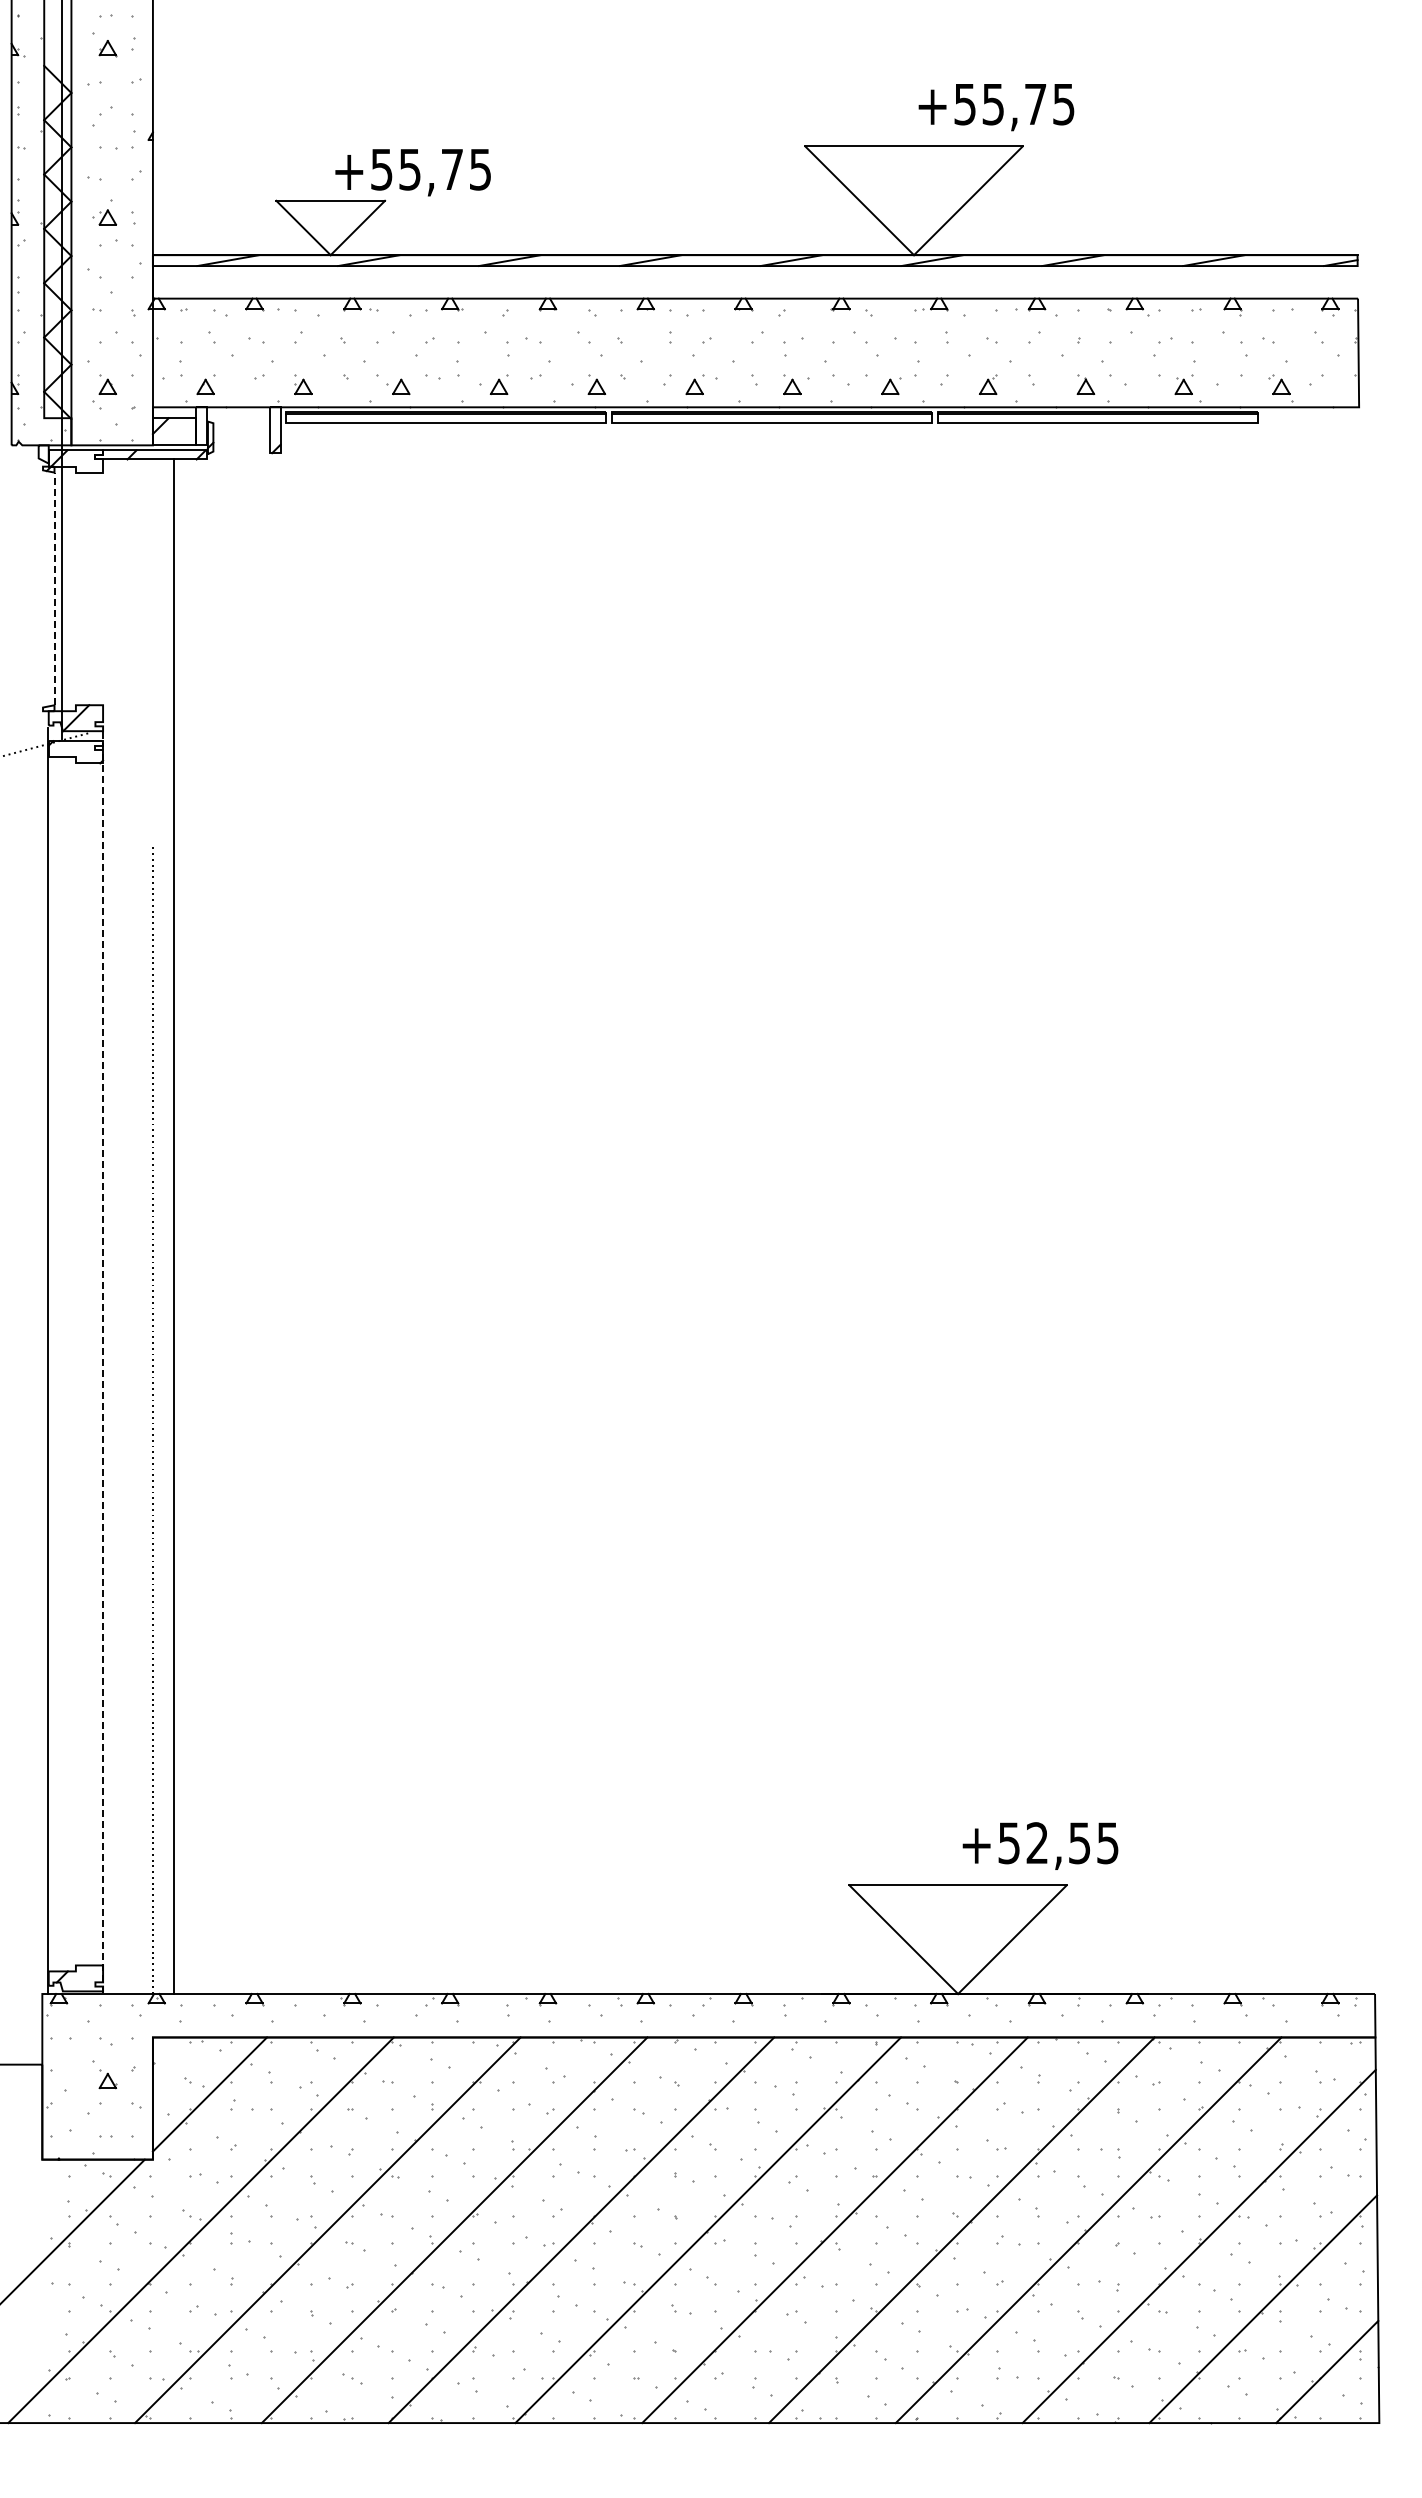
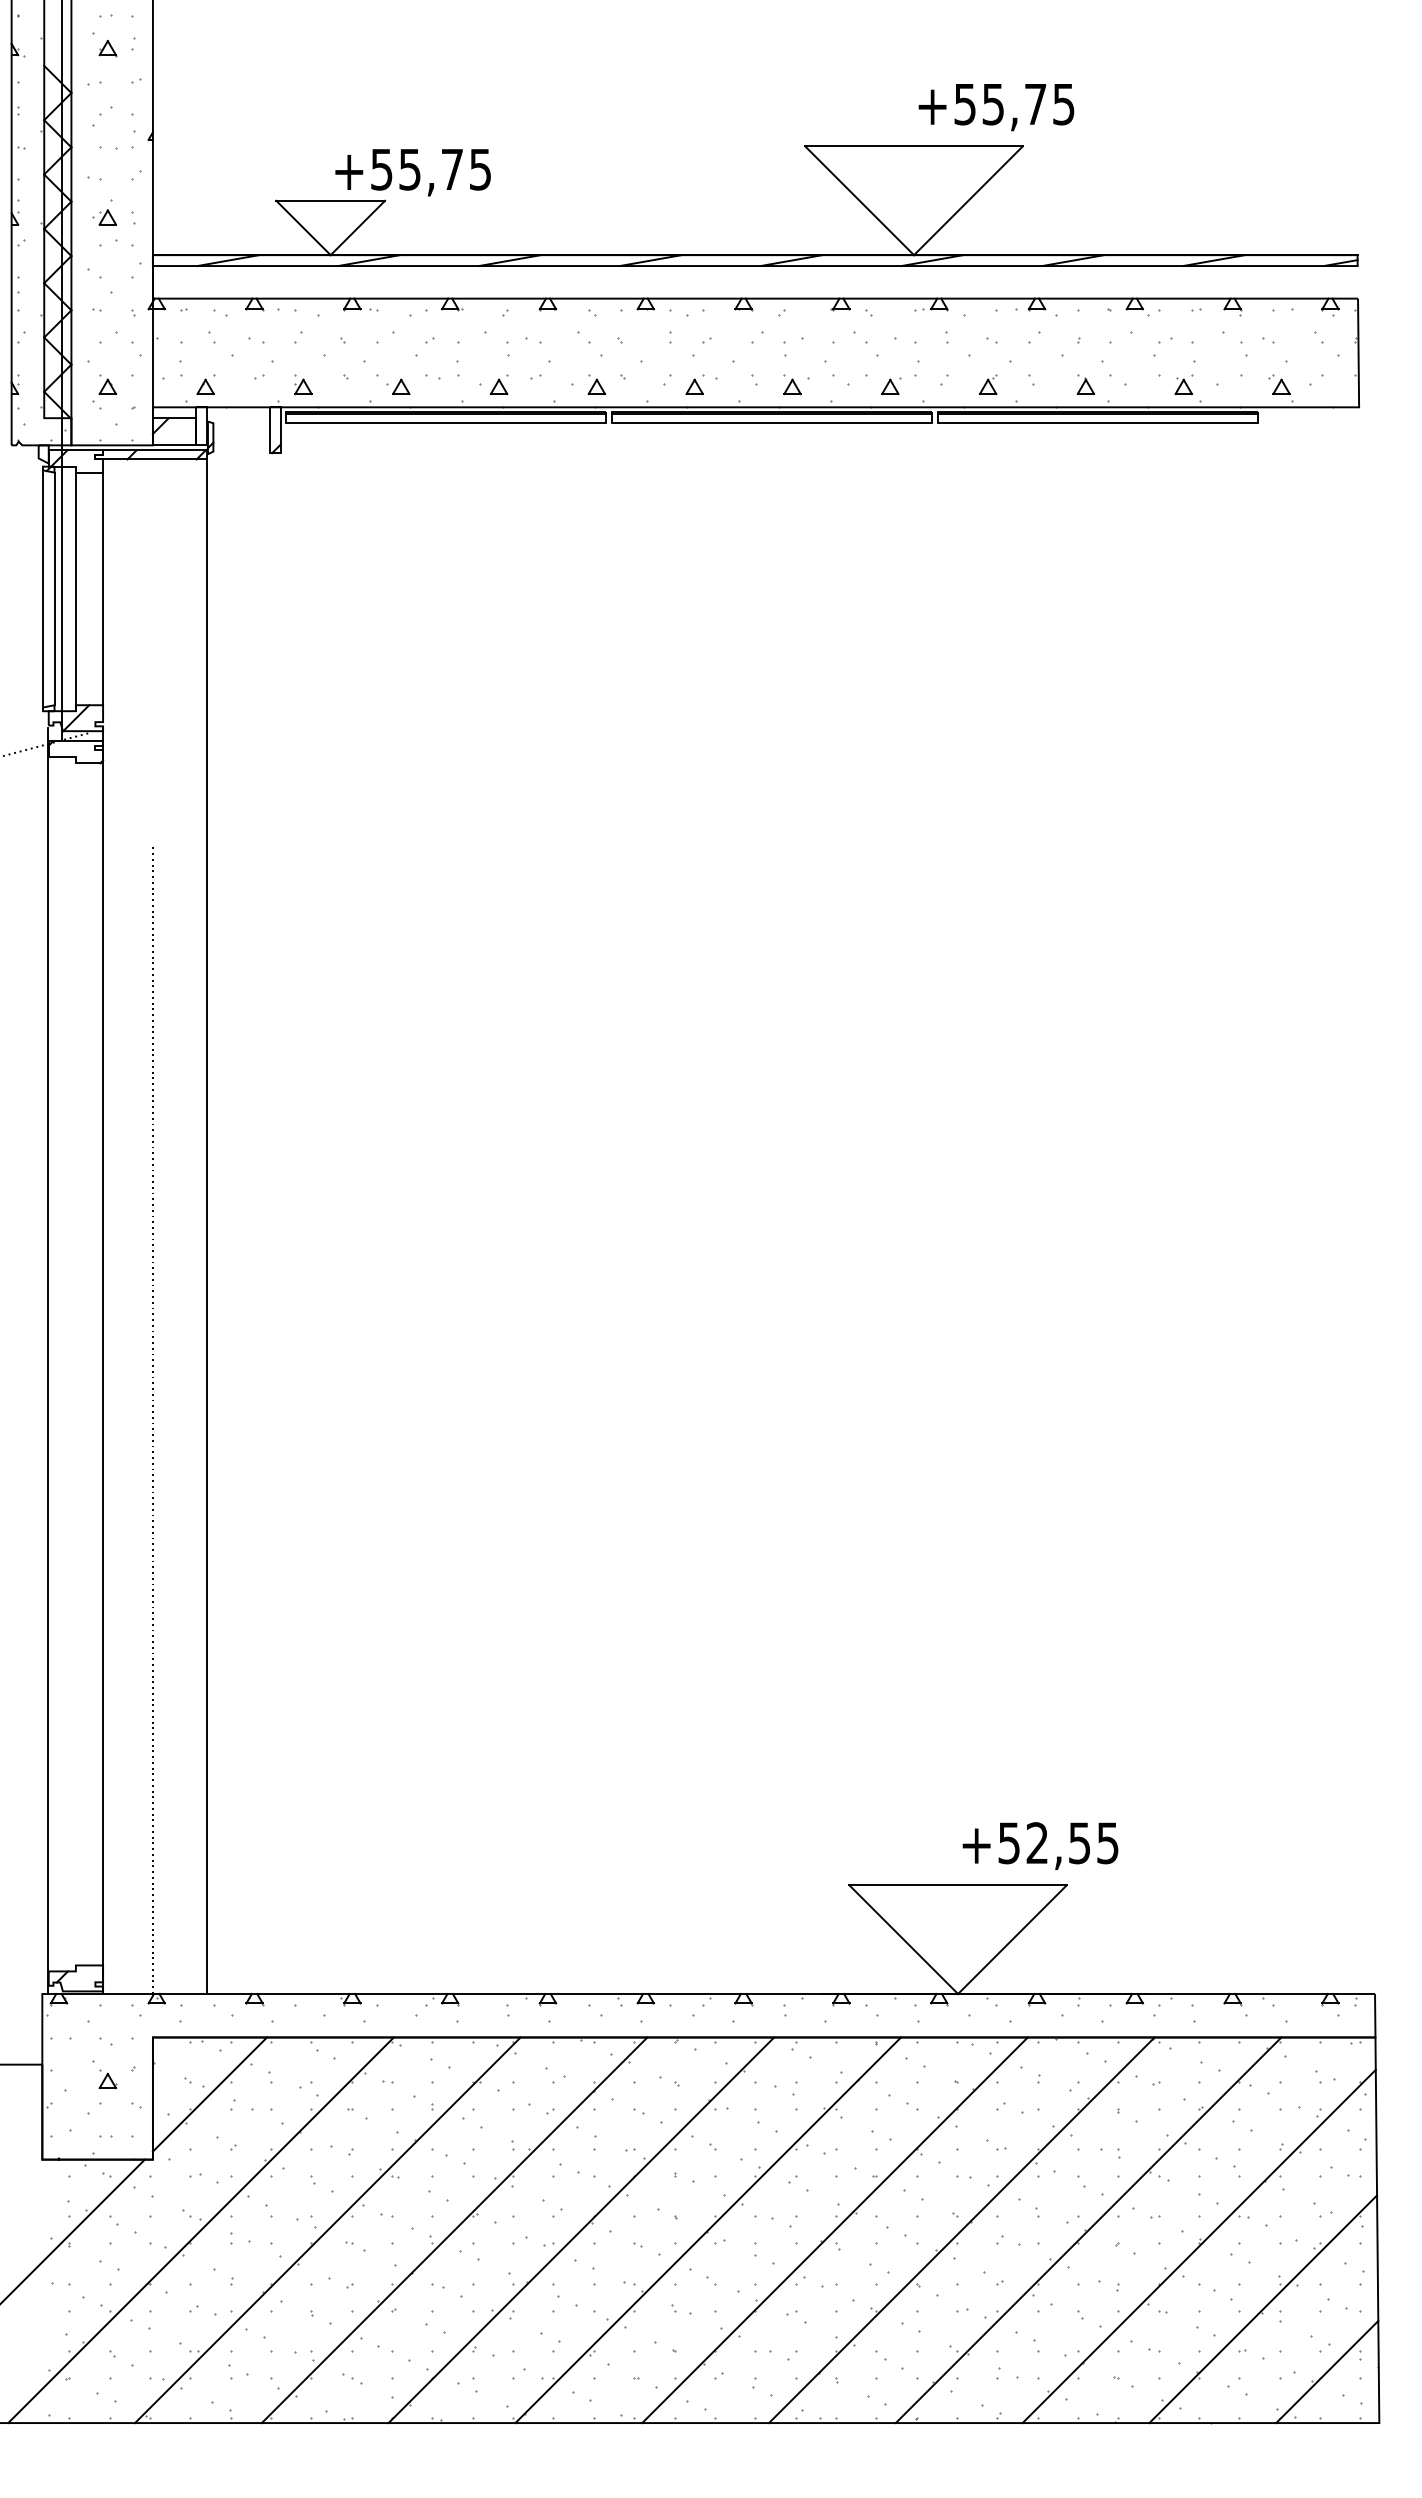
line at (42, 588): none -> present
line at (54, 588): dashed -> solid
line at (103, 588): none -> present
line at (75, 591): none -> present
line at (174, 1226) position: (174, 1226) -> (207, 1226)
line at (103, 1360): dashed -> solid
